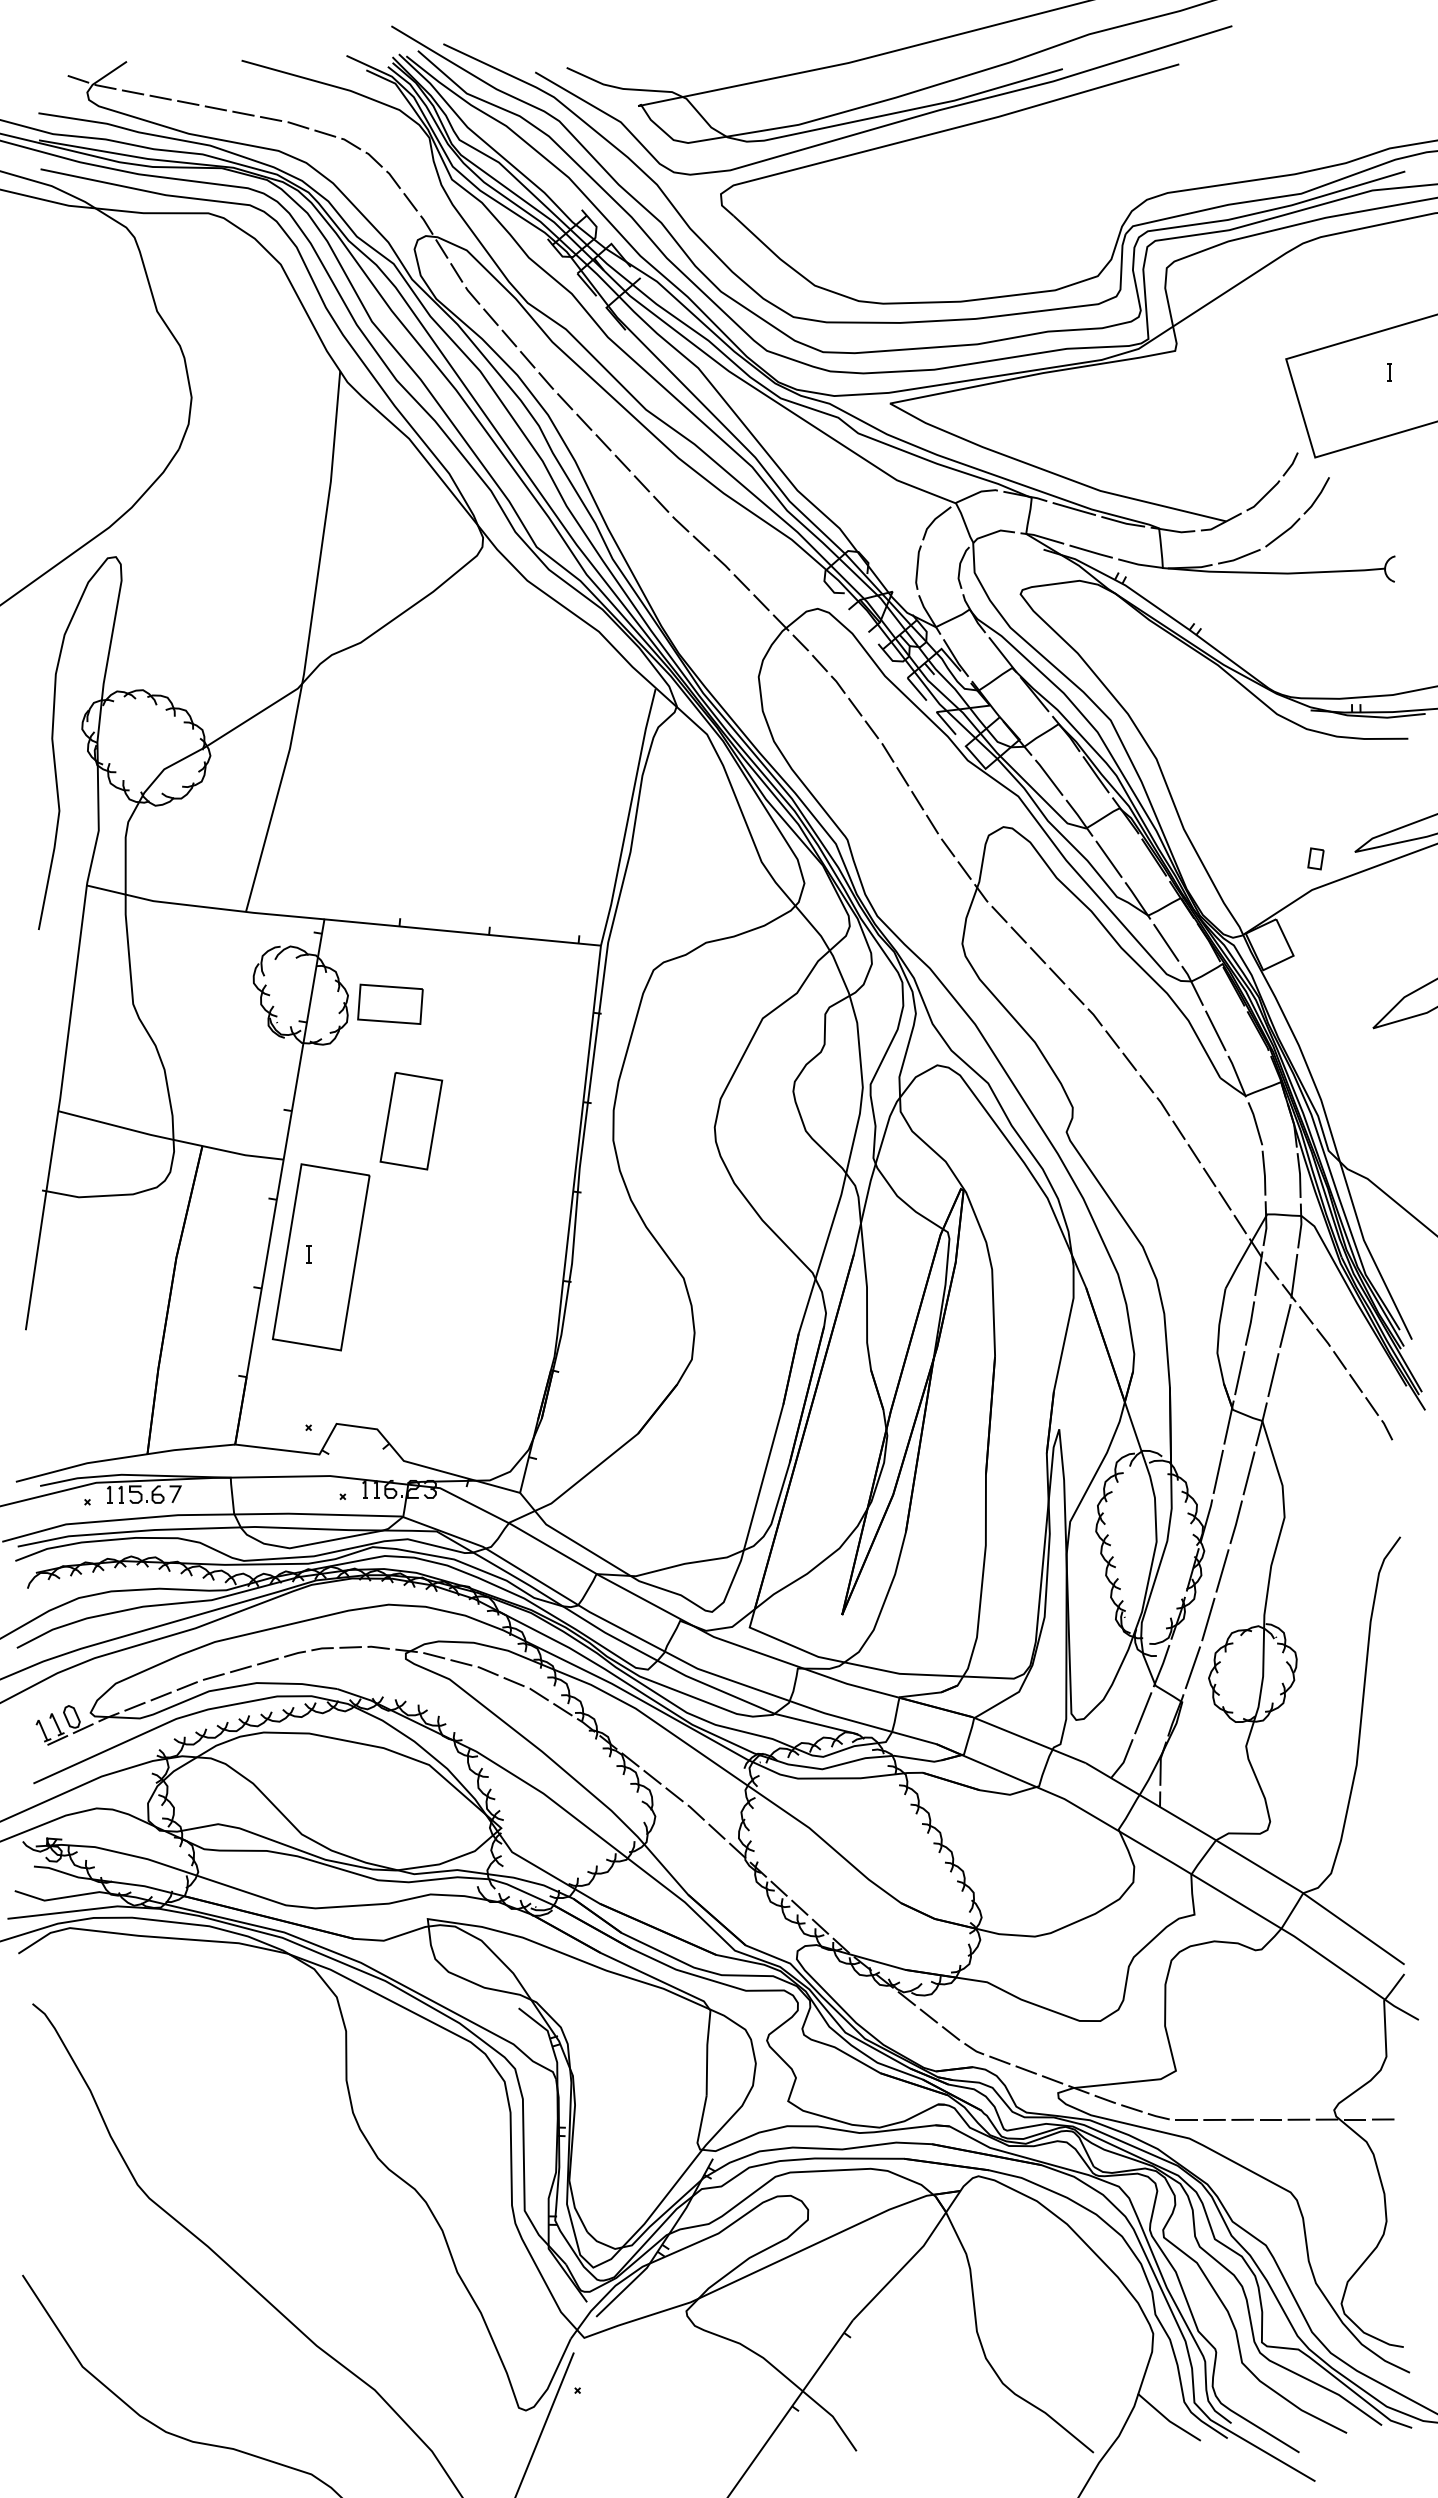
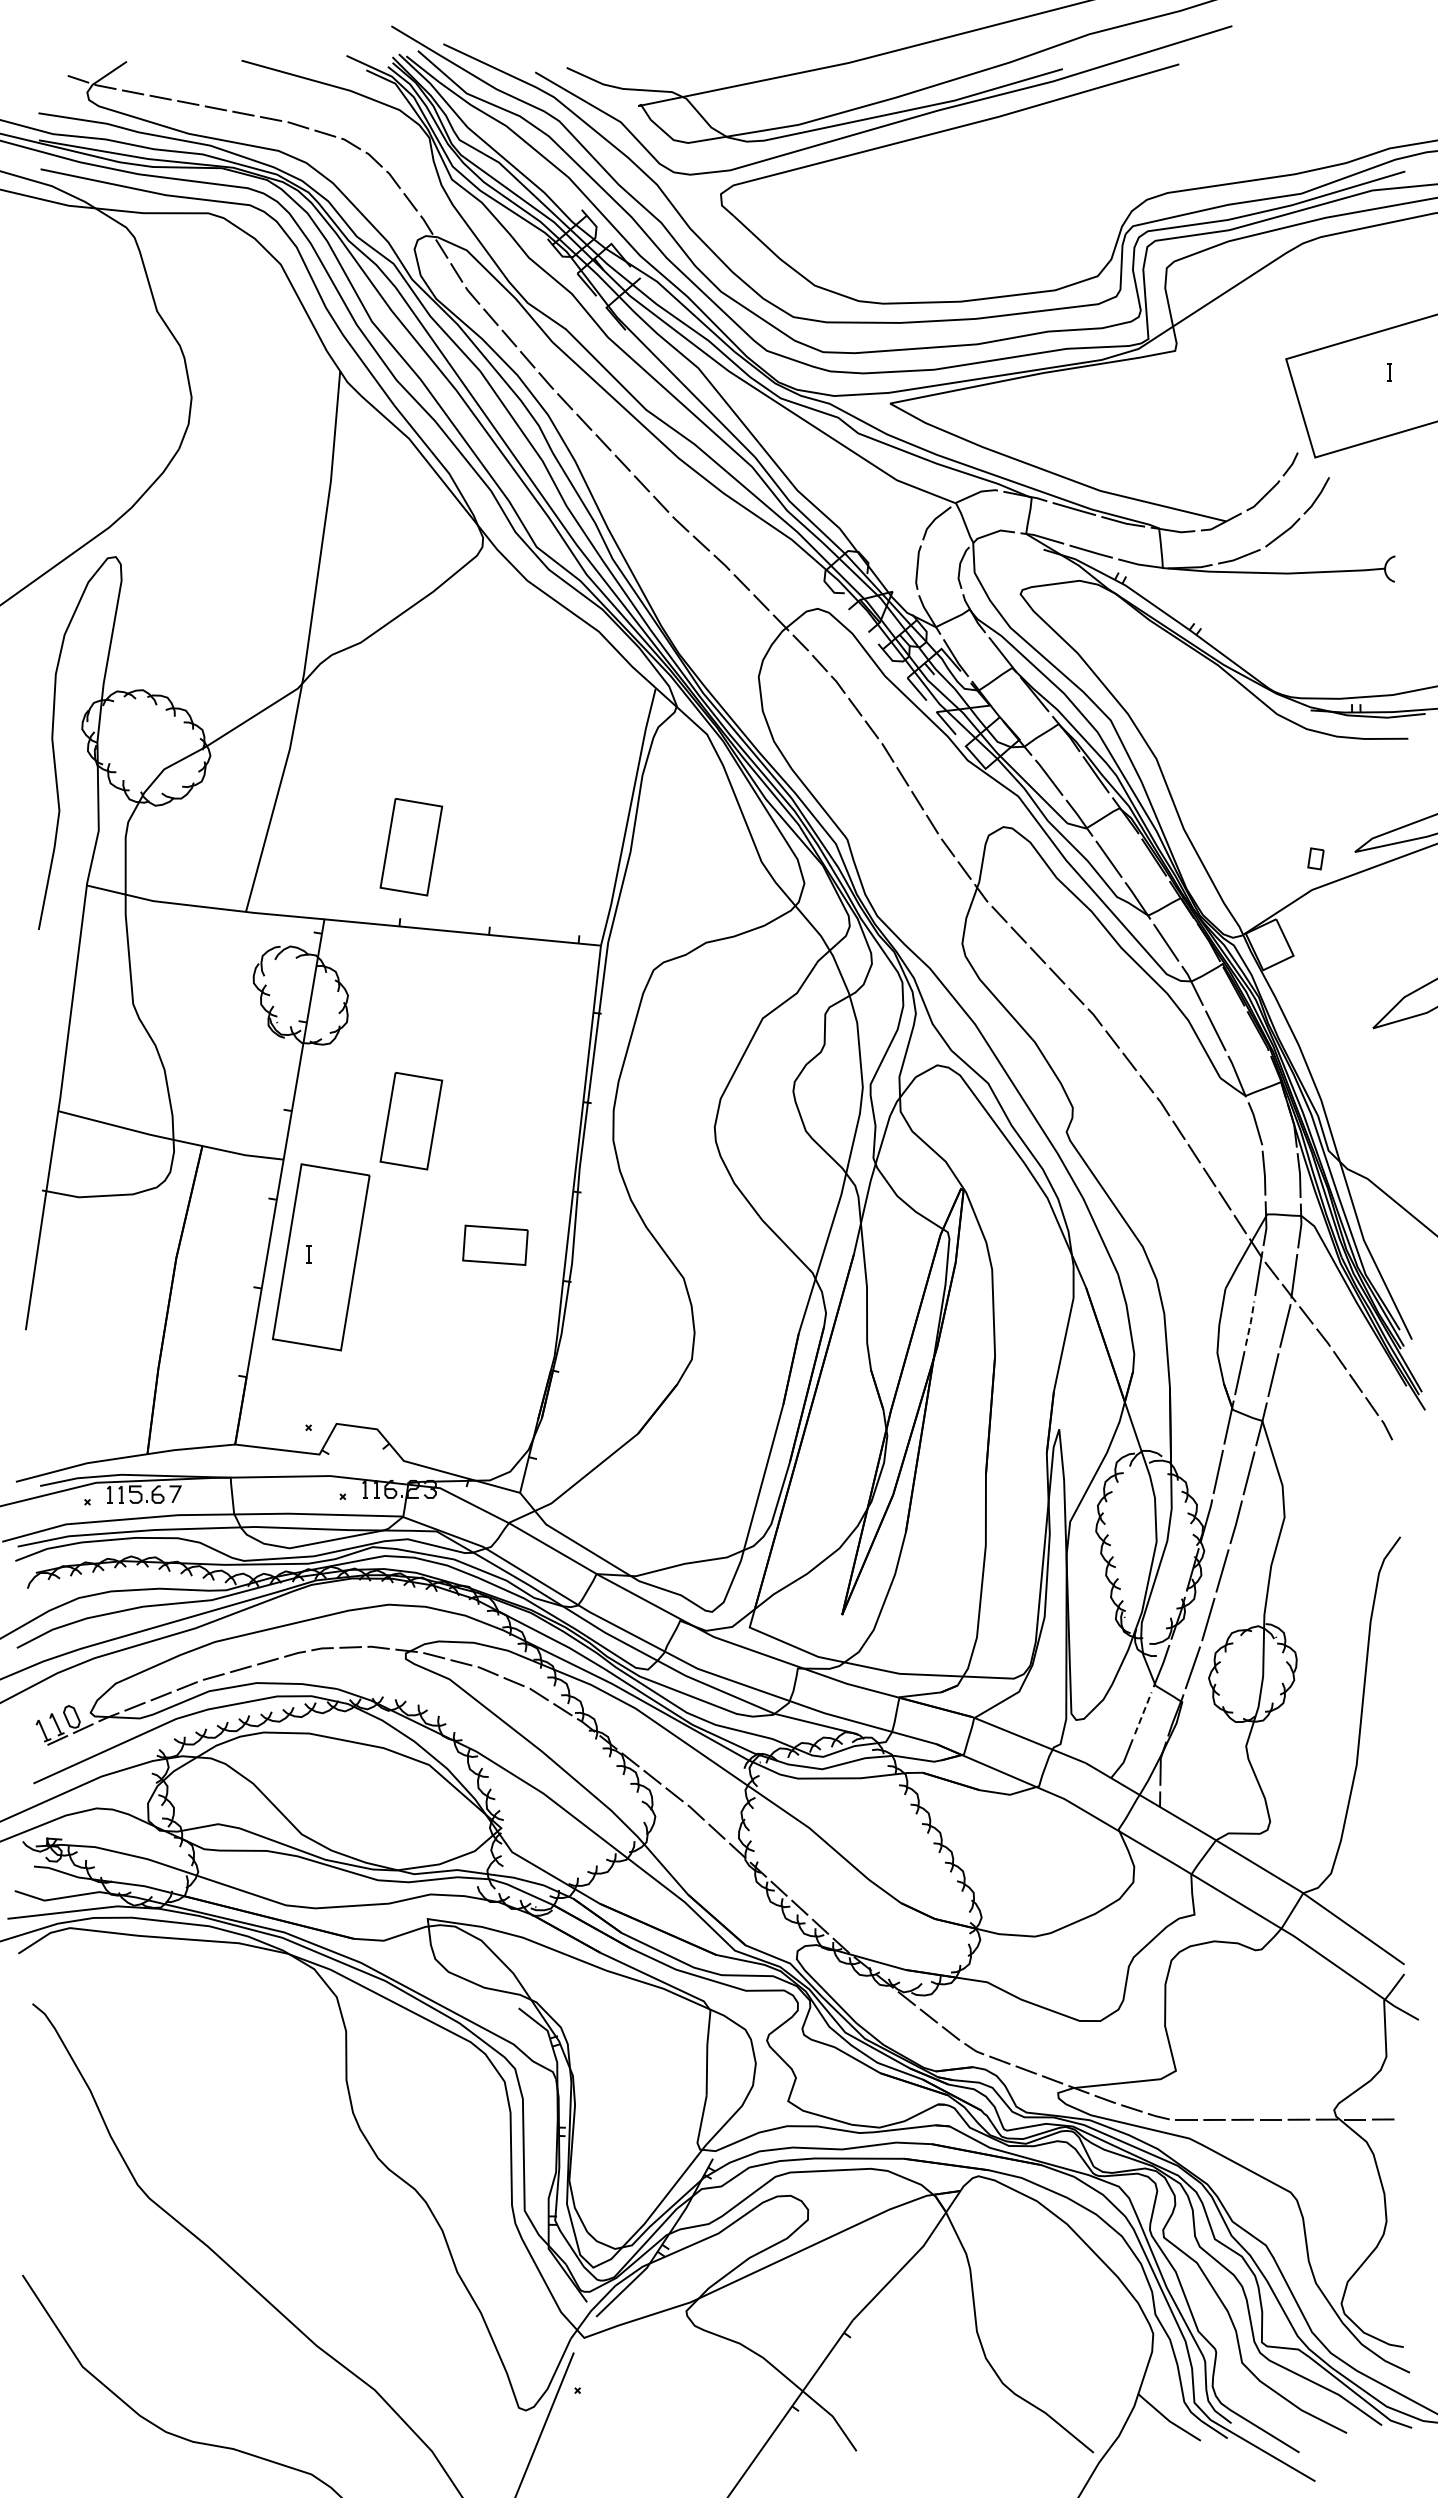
part at (411, 847): none -> present
part at (390, 1003) position: (390, 1003) -> (495, 1244)
line at (1250, 1322): solid -> dashed
line at (1143, 1712): solid -> dashed
